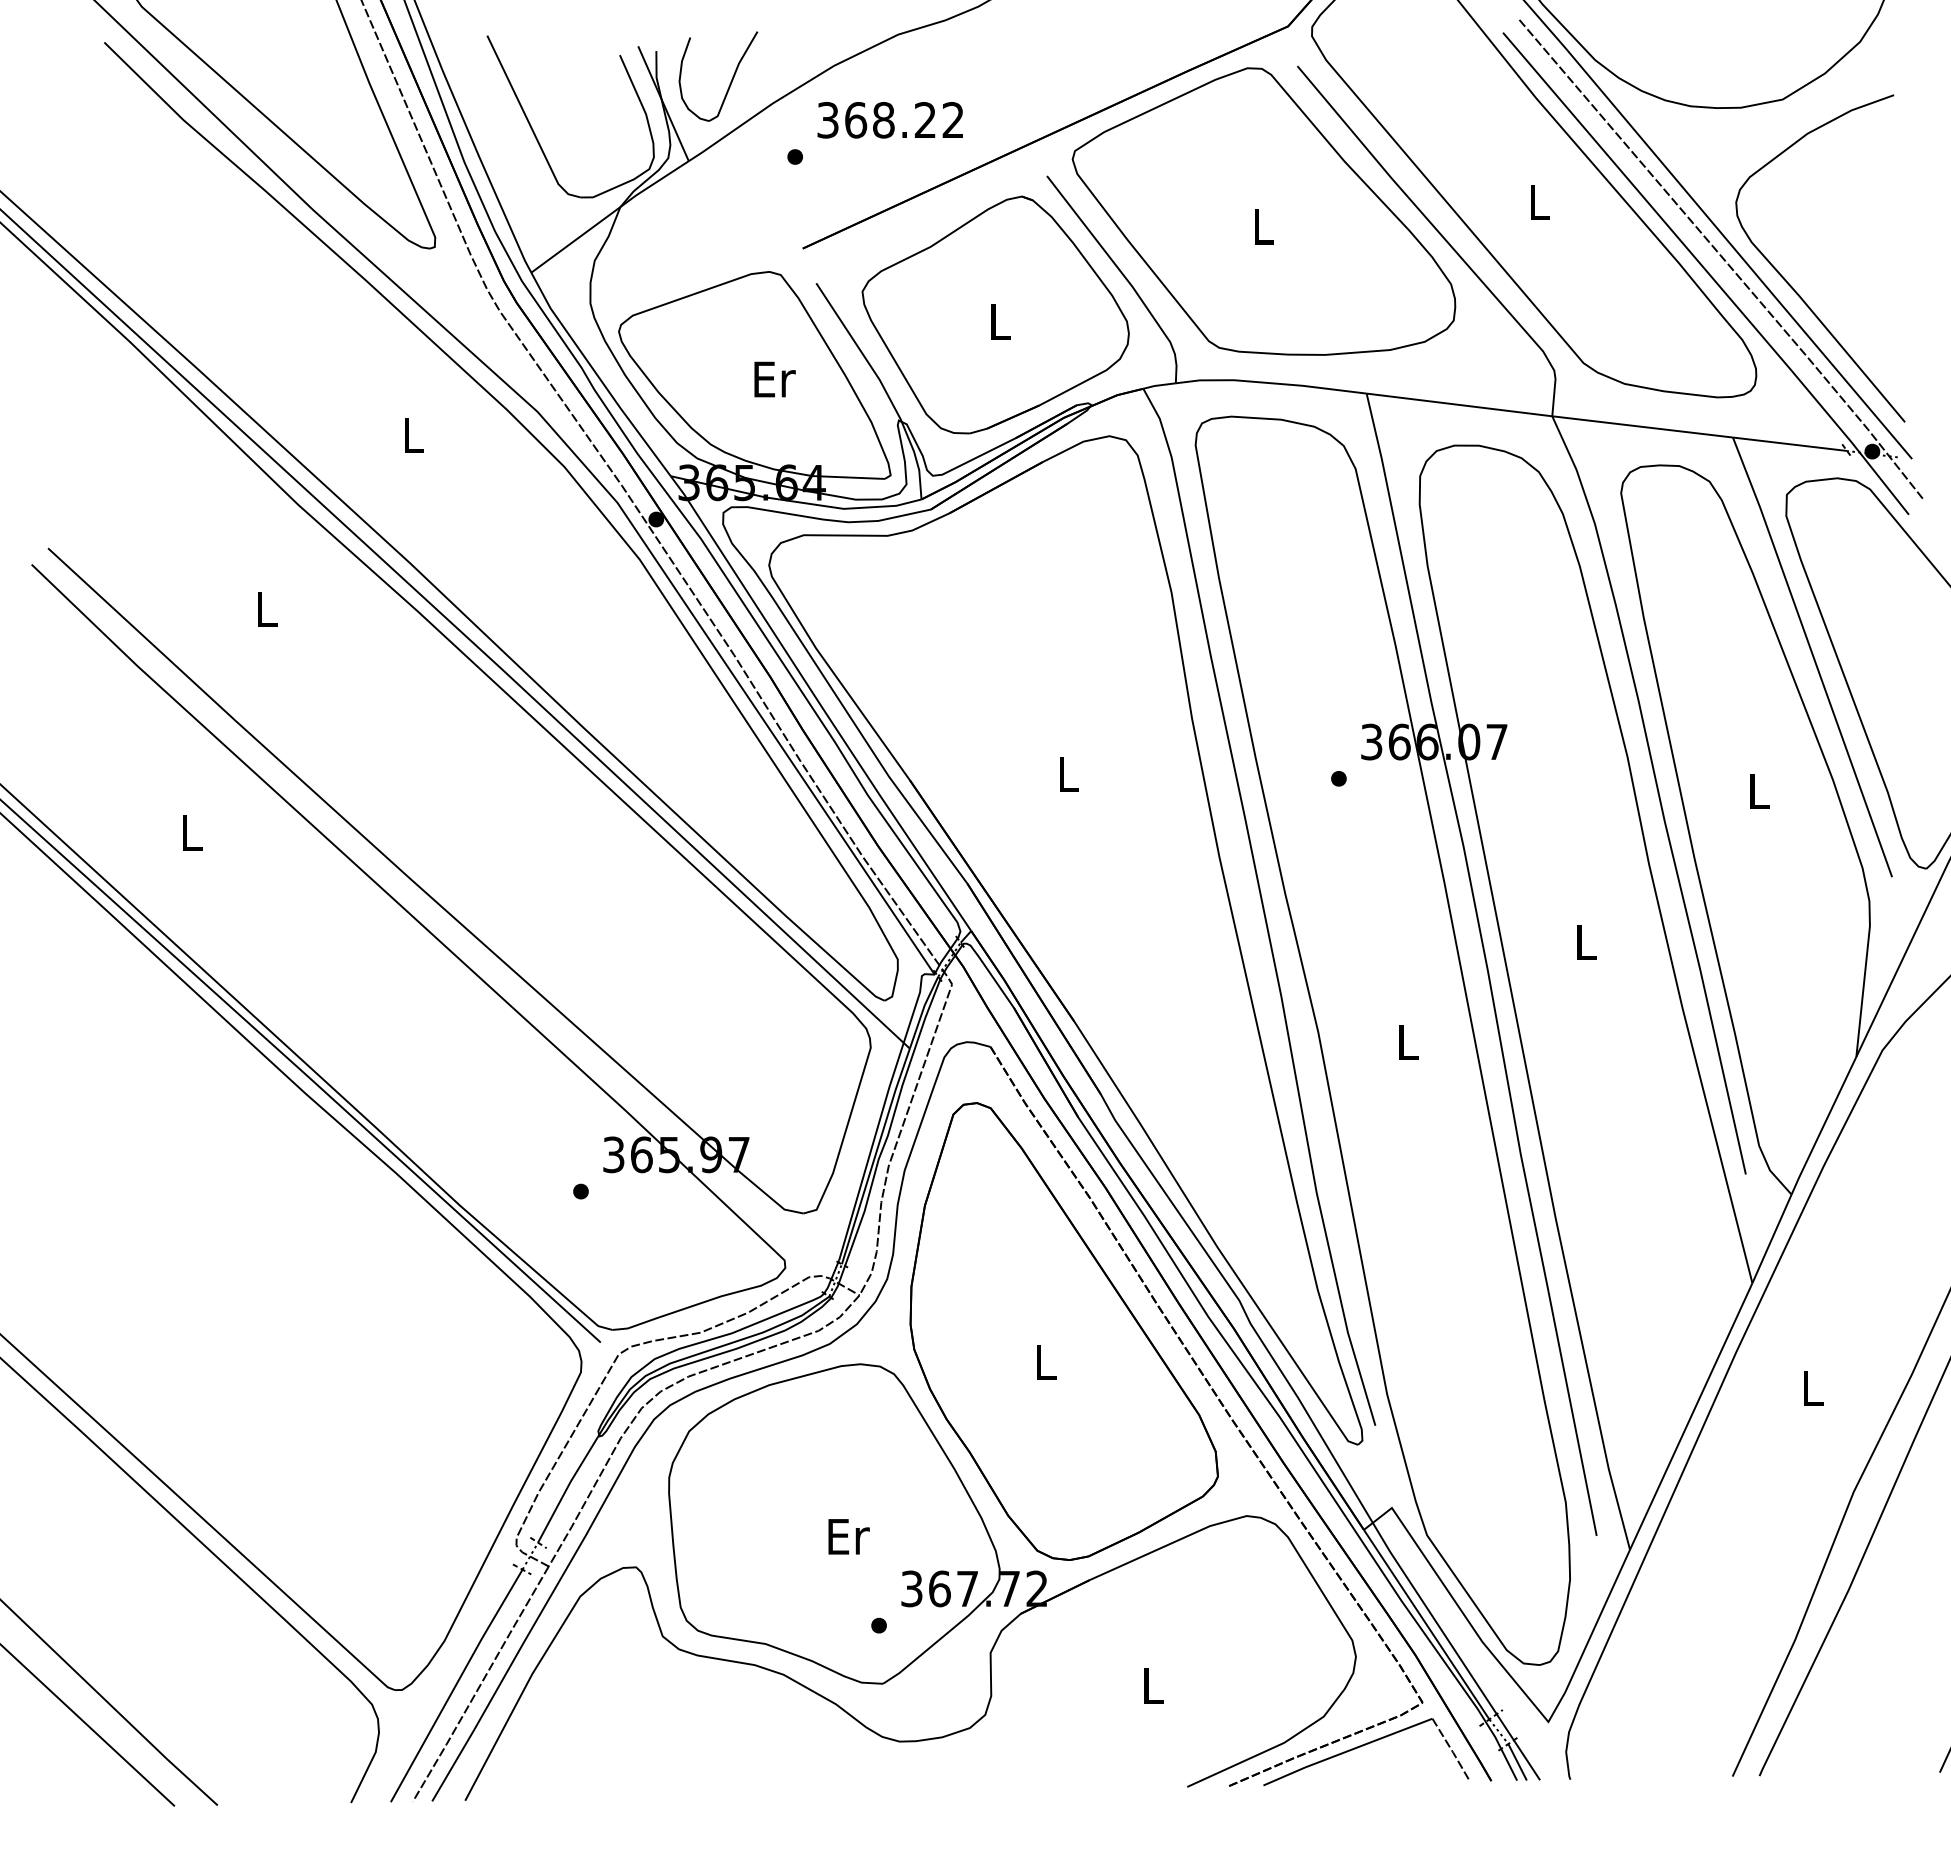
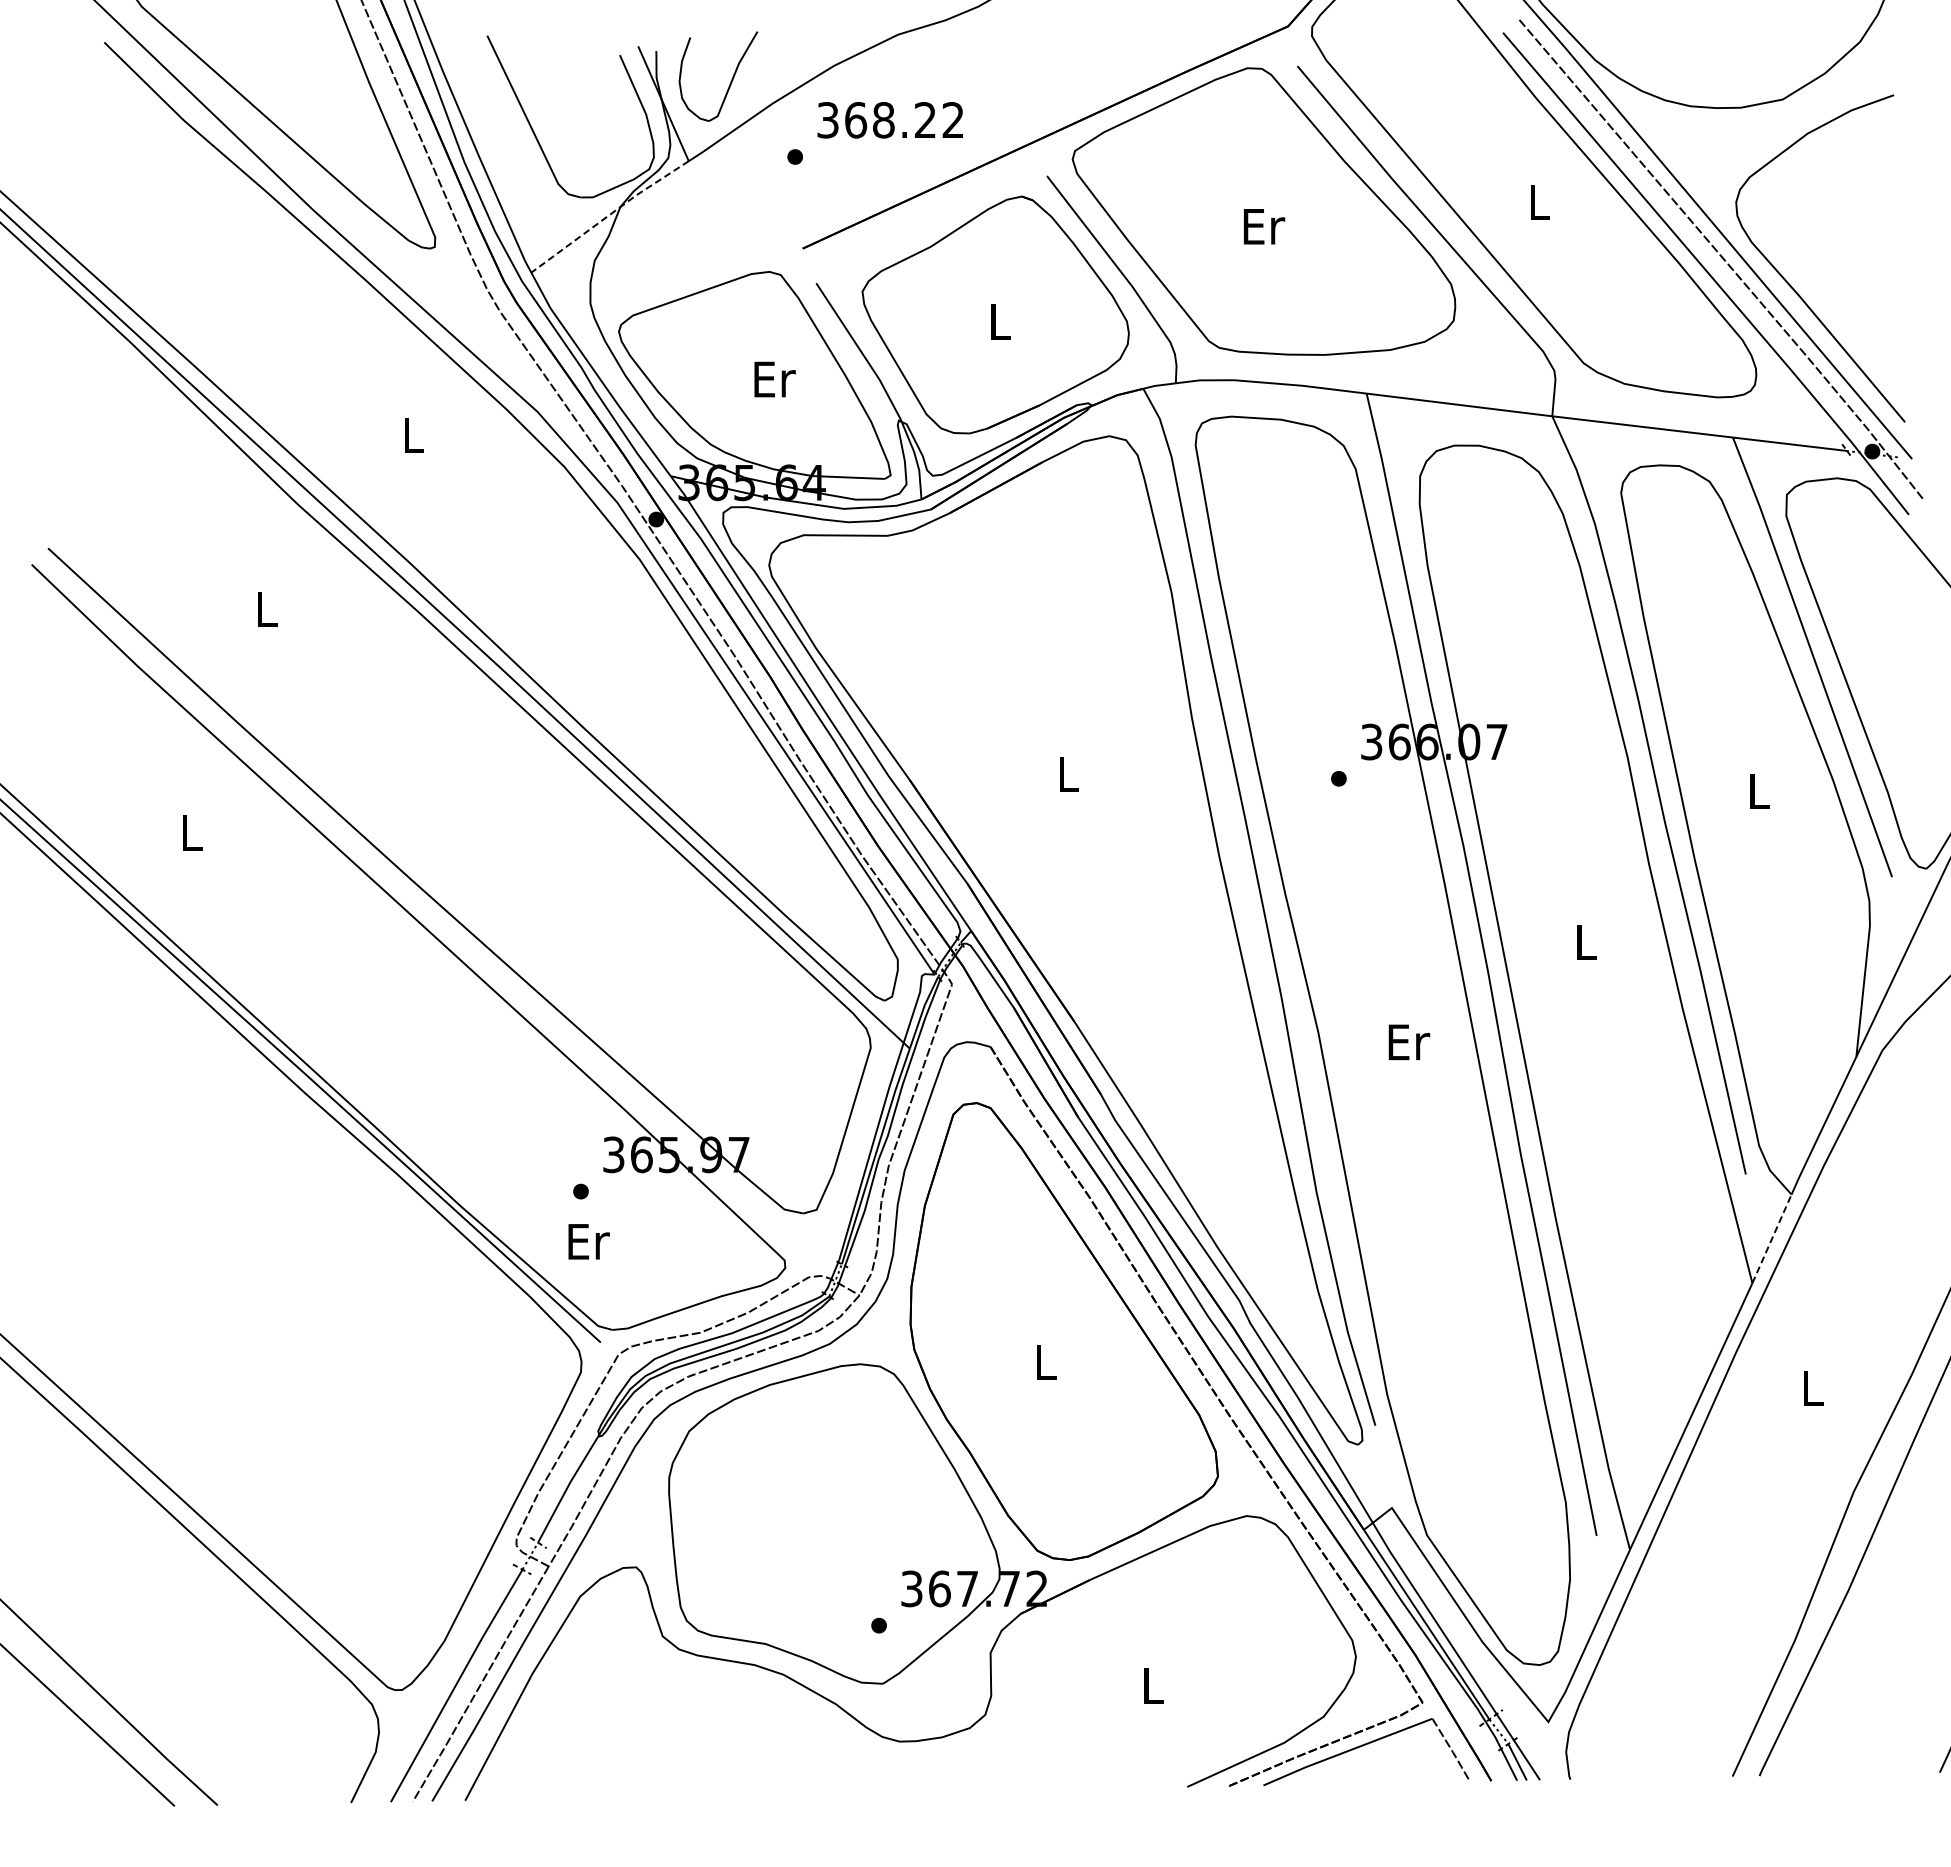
line at (608, 215): solid -> dashed
text at (1264, 226): L -> Er
text at (1409, 1042): L -> Er
line at (1772, 1238): solid -> dashed
text at (848, 1536) position: (848, 1536) -> (588, 1241)
